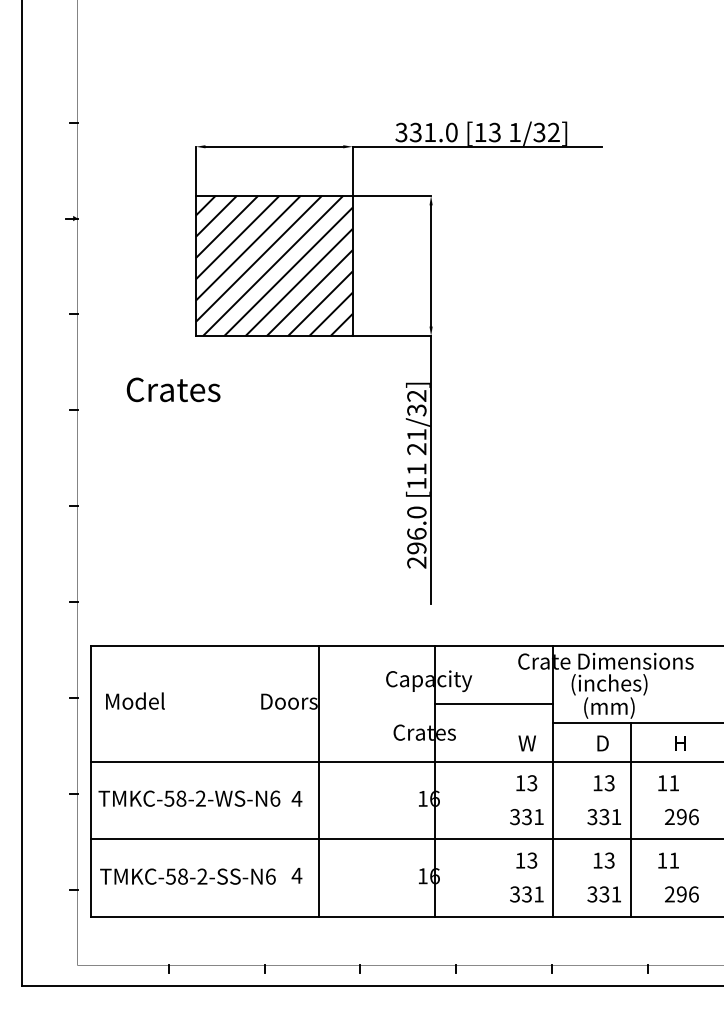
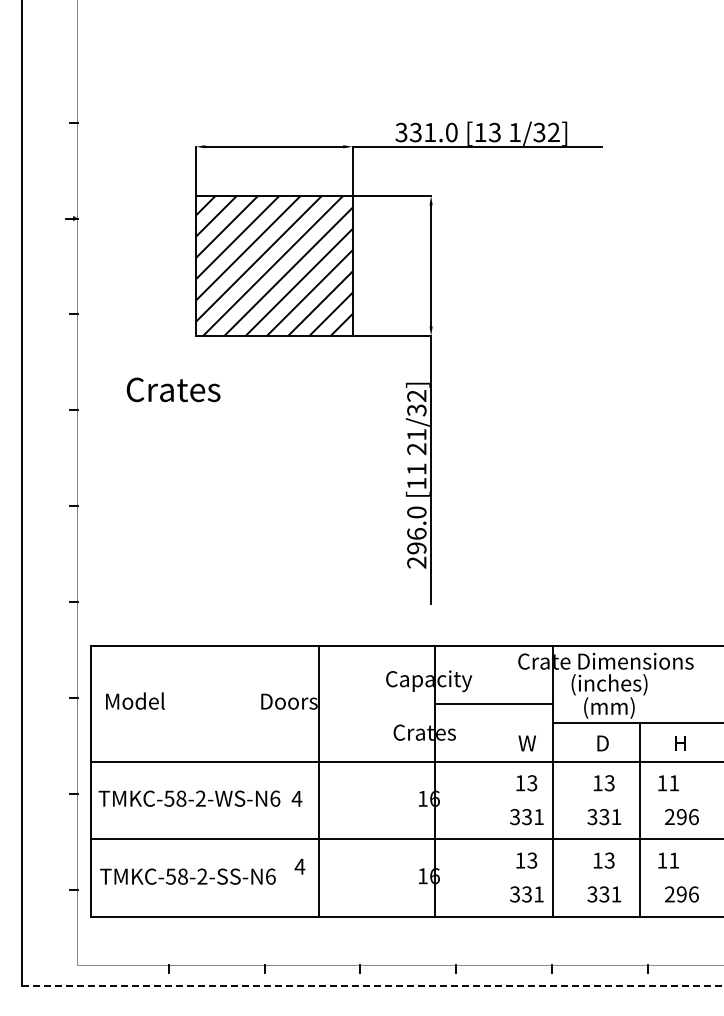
line at (630, 819) position: (630, 819) -> (639, 819)
text at (296, 875) position: (296, 875) -> (299, 866)
line at (372, 985): solid -> dashed
